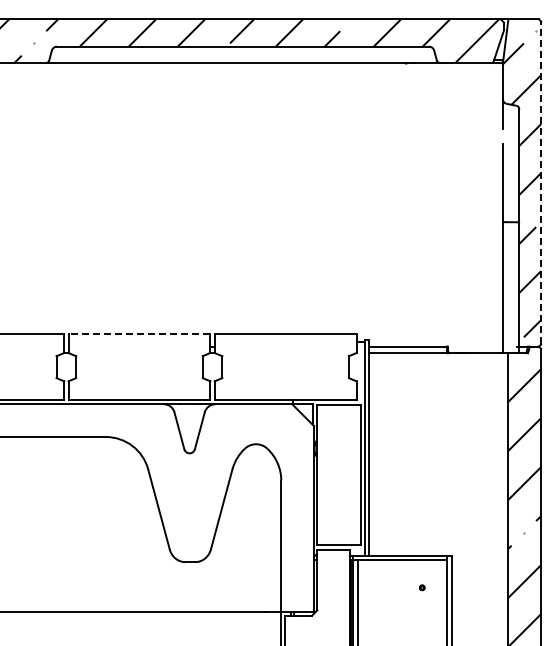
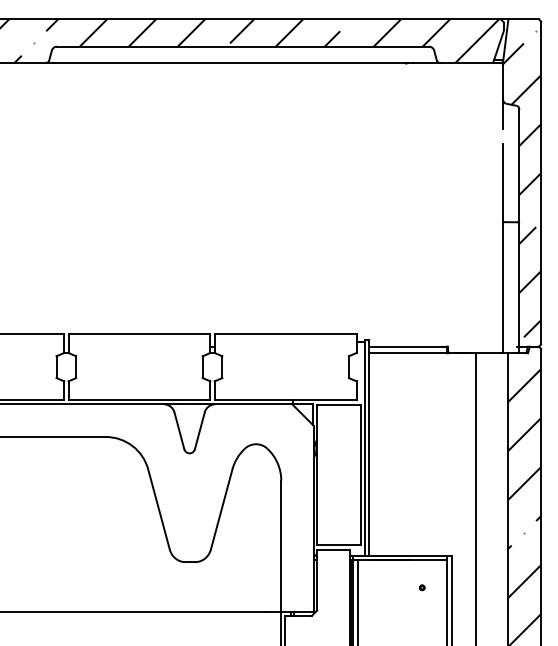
line at (541, 182): dashed -> solid
line at (139, 334): dashed -> solid
line at (475, 497): none -> present
